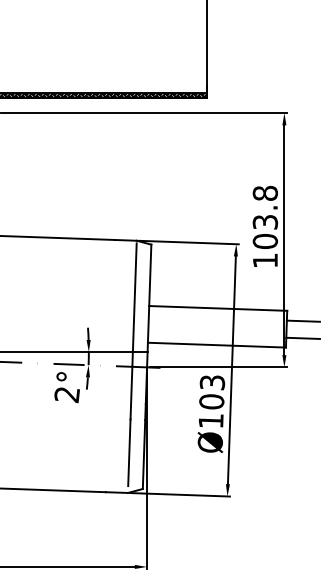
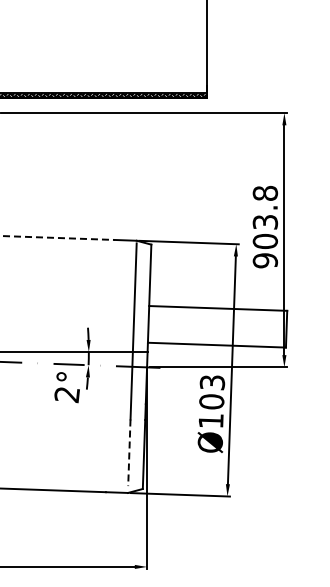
line at (57, 237): solid -> dashed
text at (265, 260): 103.8 -> 903.8
line at (302, 320): present -> none
line at (302, 337): present -> none
line at (129, 453): solid -> dashed
